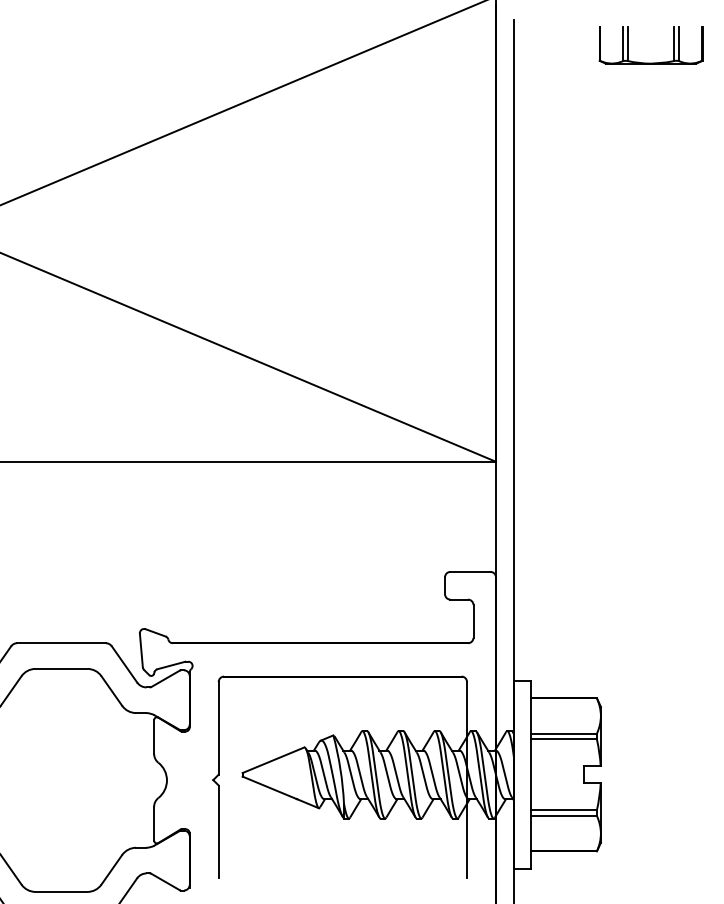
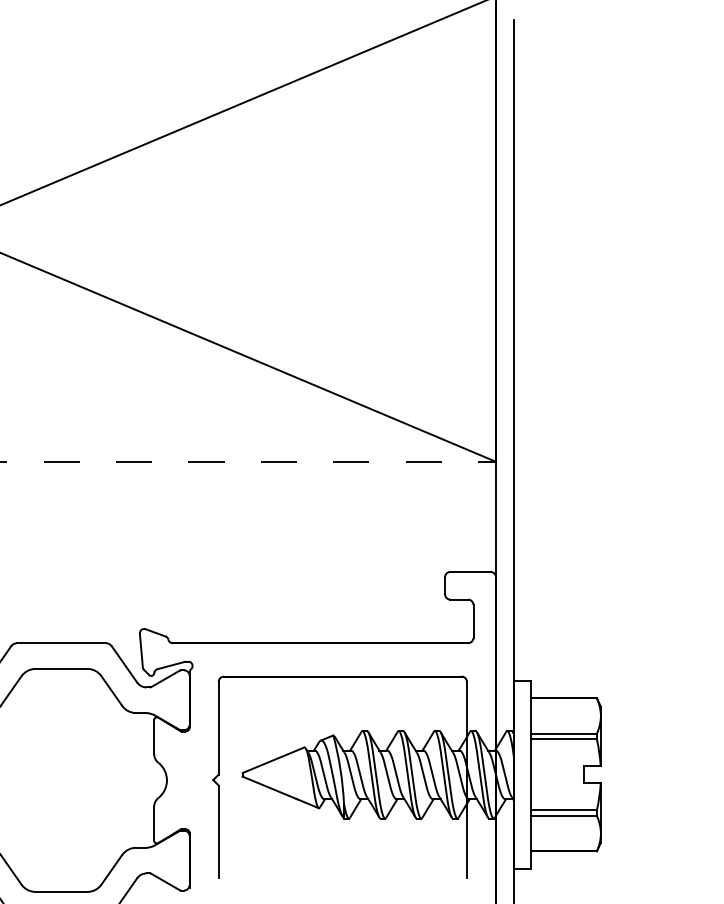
part at (650, 62): present -> none
line at (248, 461): solid -> dashed
